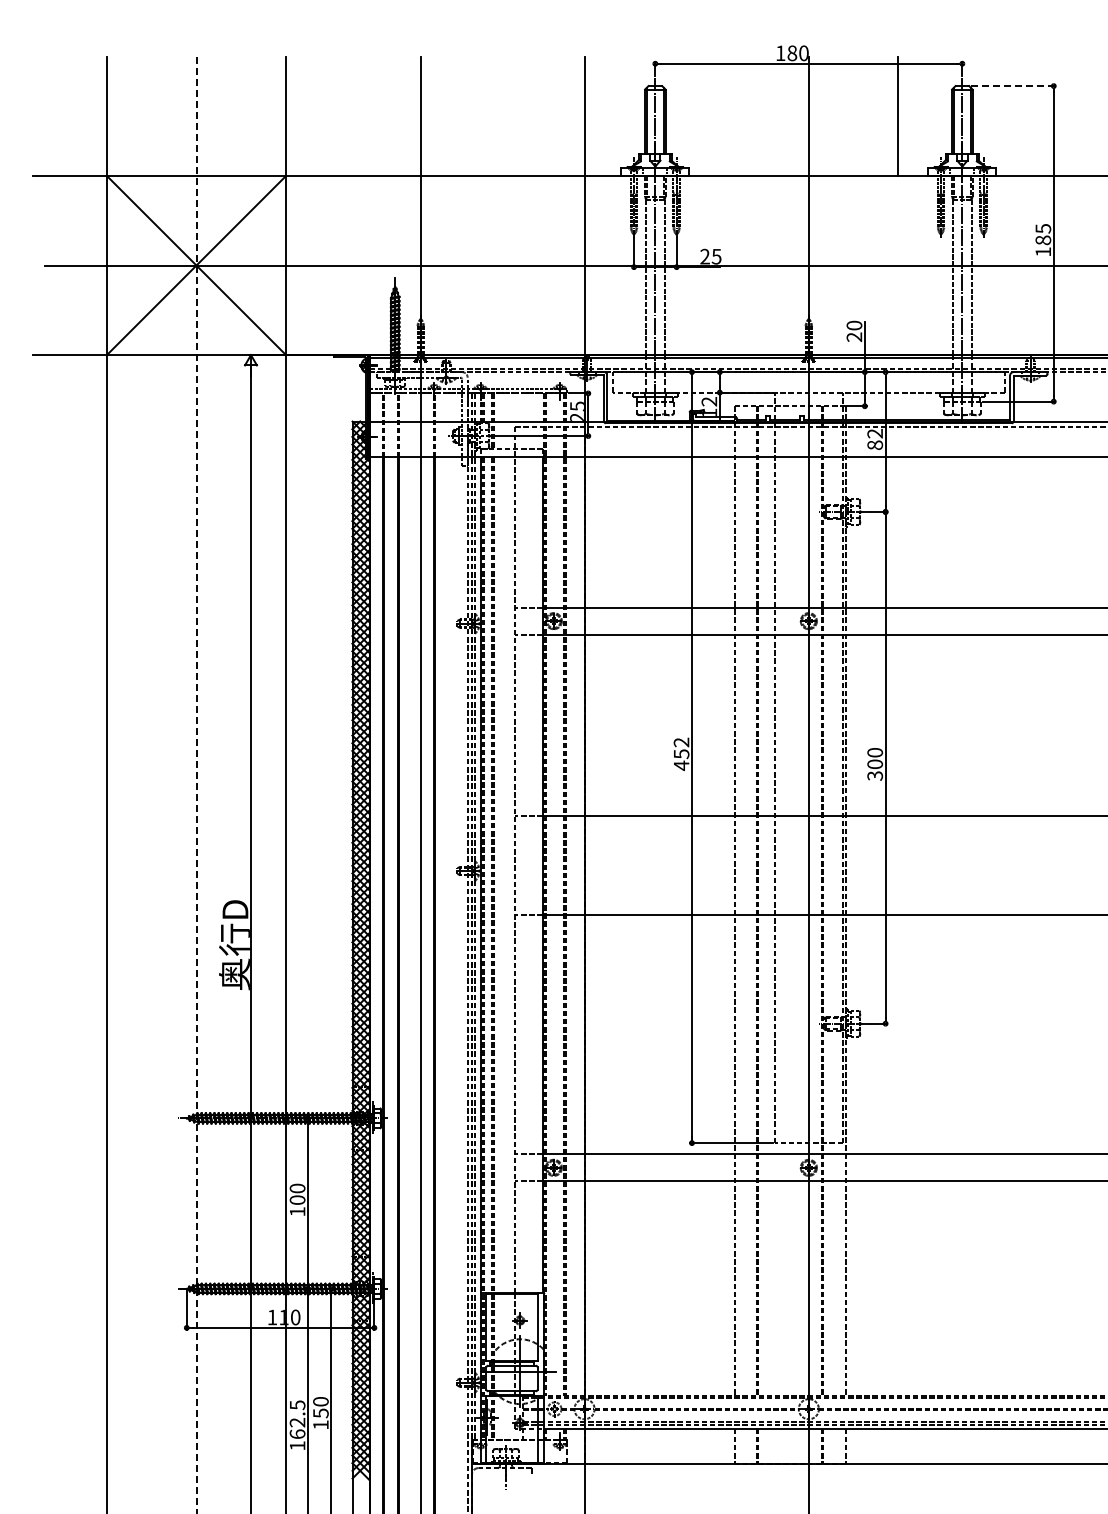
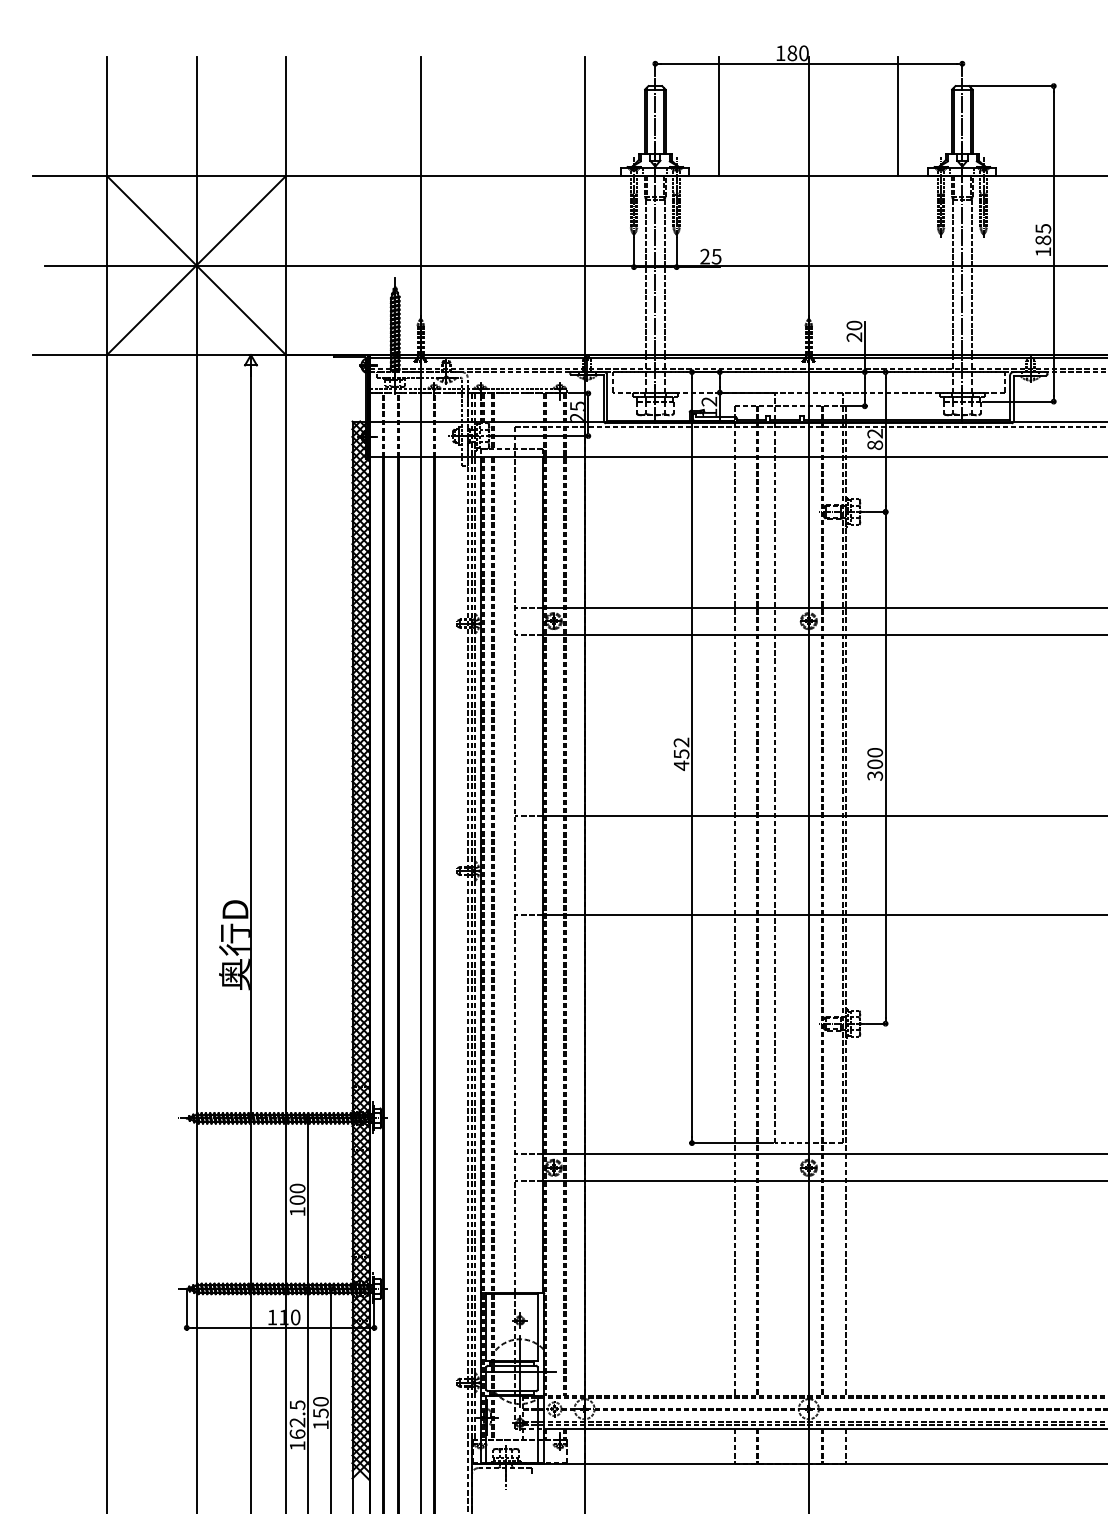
line at (1013, 86): dashed -> solid
line at (719, 115): none -> present
line at (196, 785): dashed -> solid
